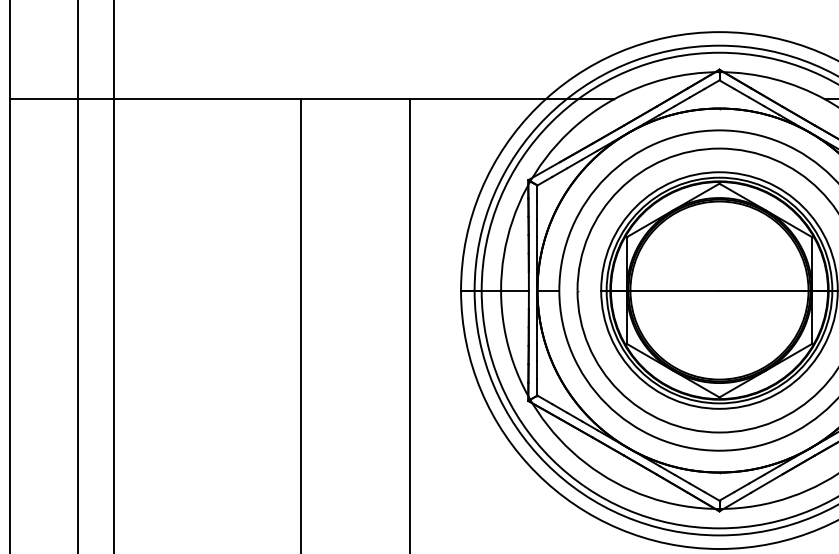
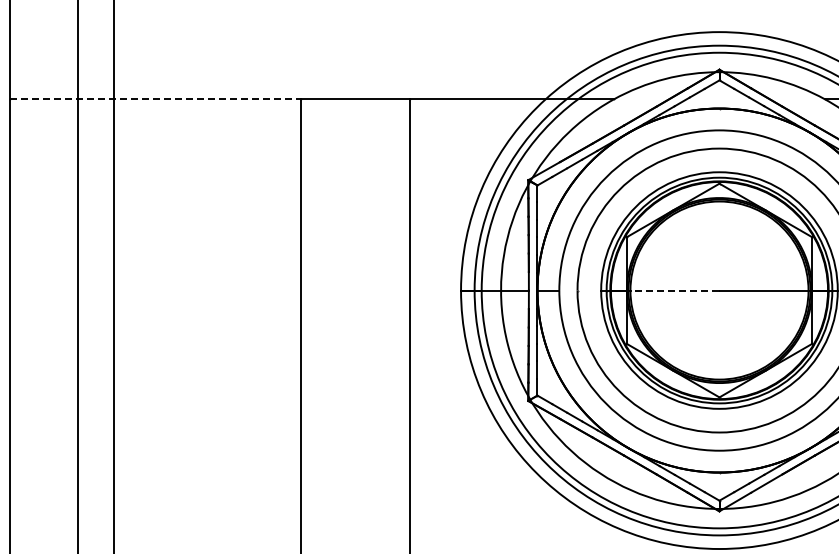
line at (155, 99): solid -> dashed
line at (672, 290): solid -> dashed
